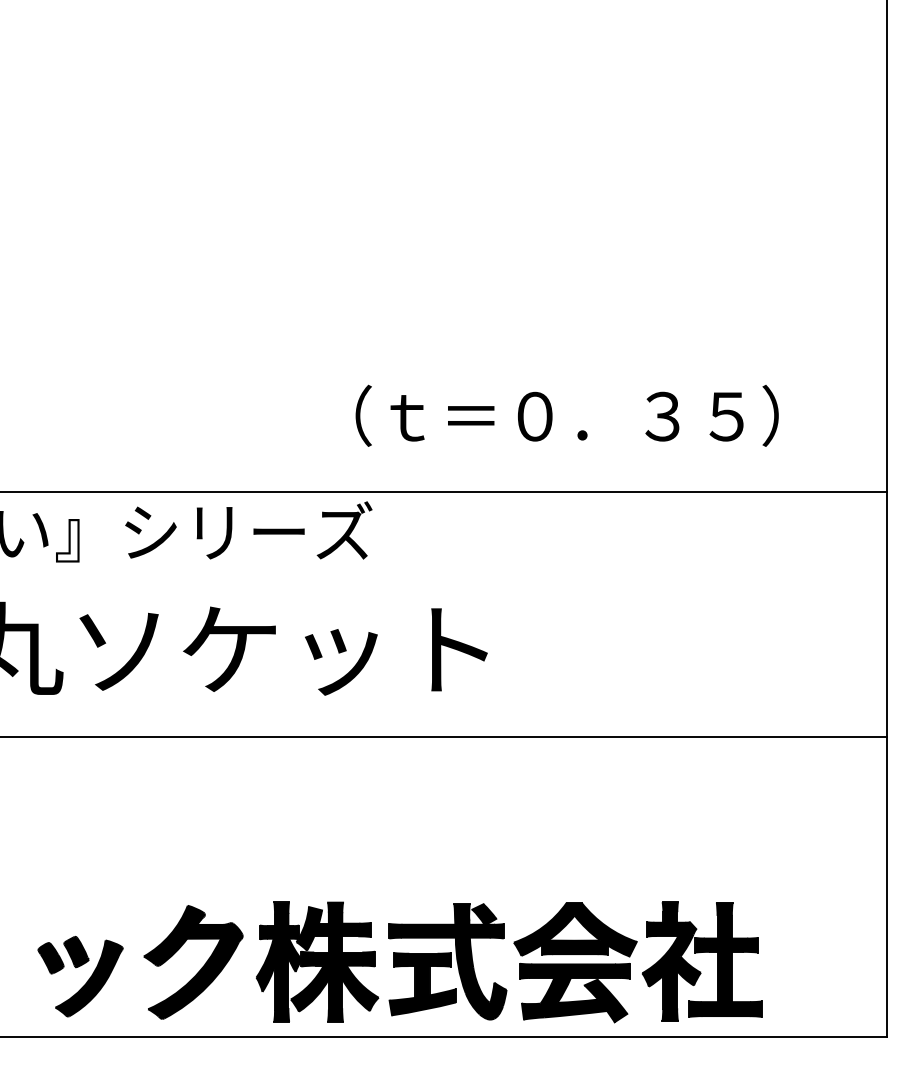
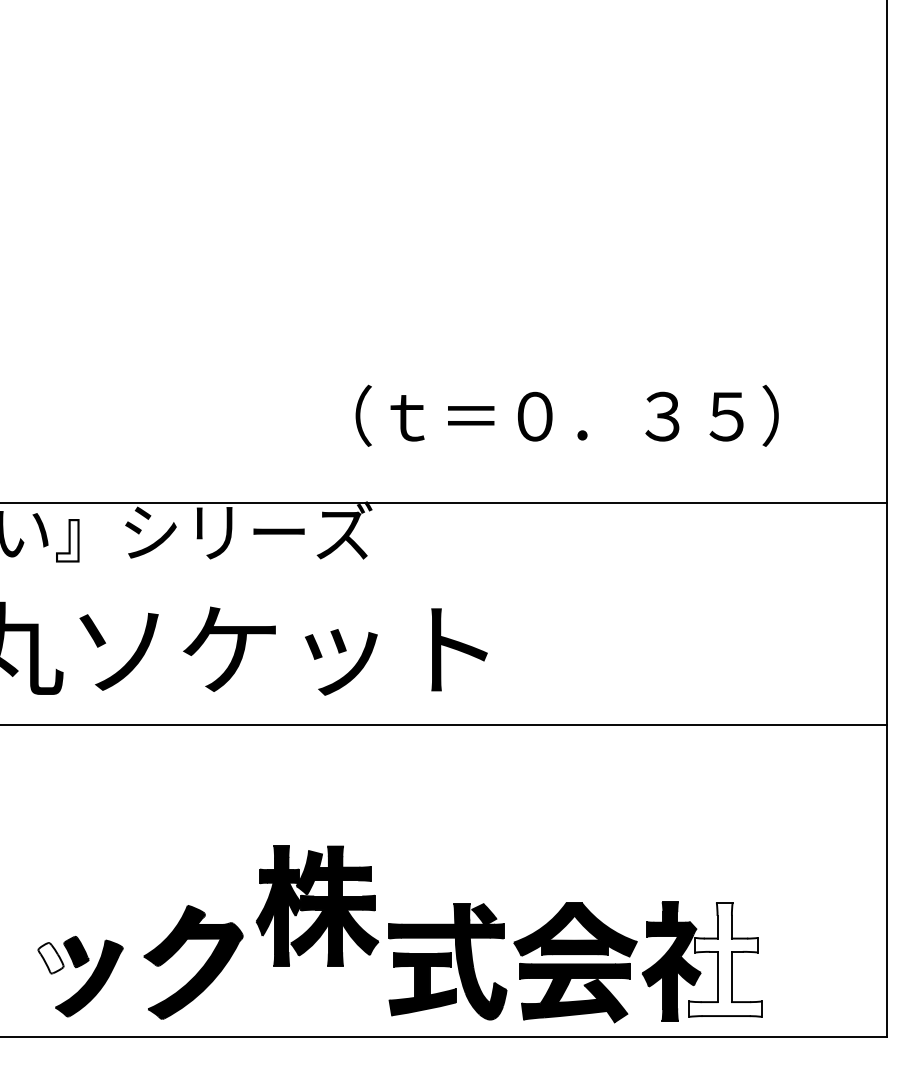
line at (444, 492) position: (444, 492) -> (444, 503)
line at (444, 737) position: (444, 737) -> (444, 725)
fill at (50, 957): present -> none
fill at (725, 959): present -> none
part at (317, 961) position: (317, 961) -> (317, 905)
